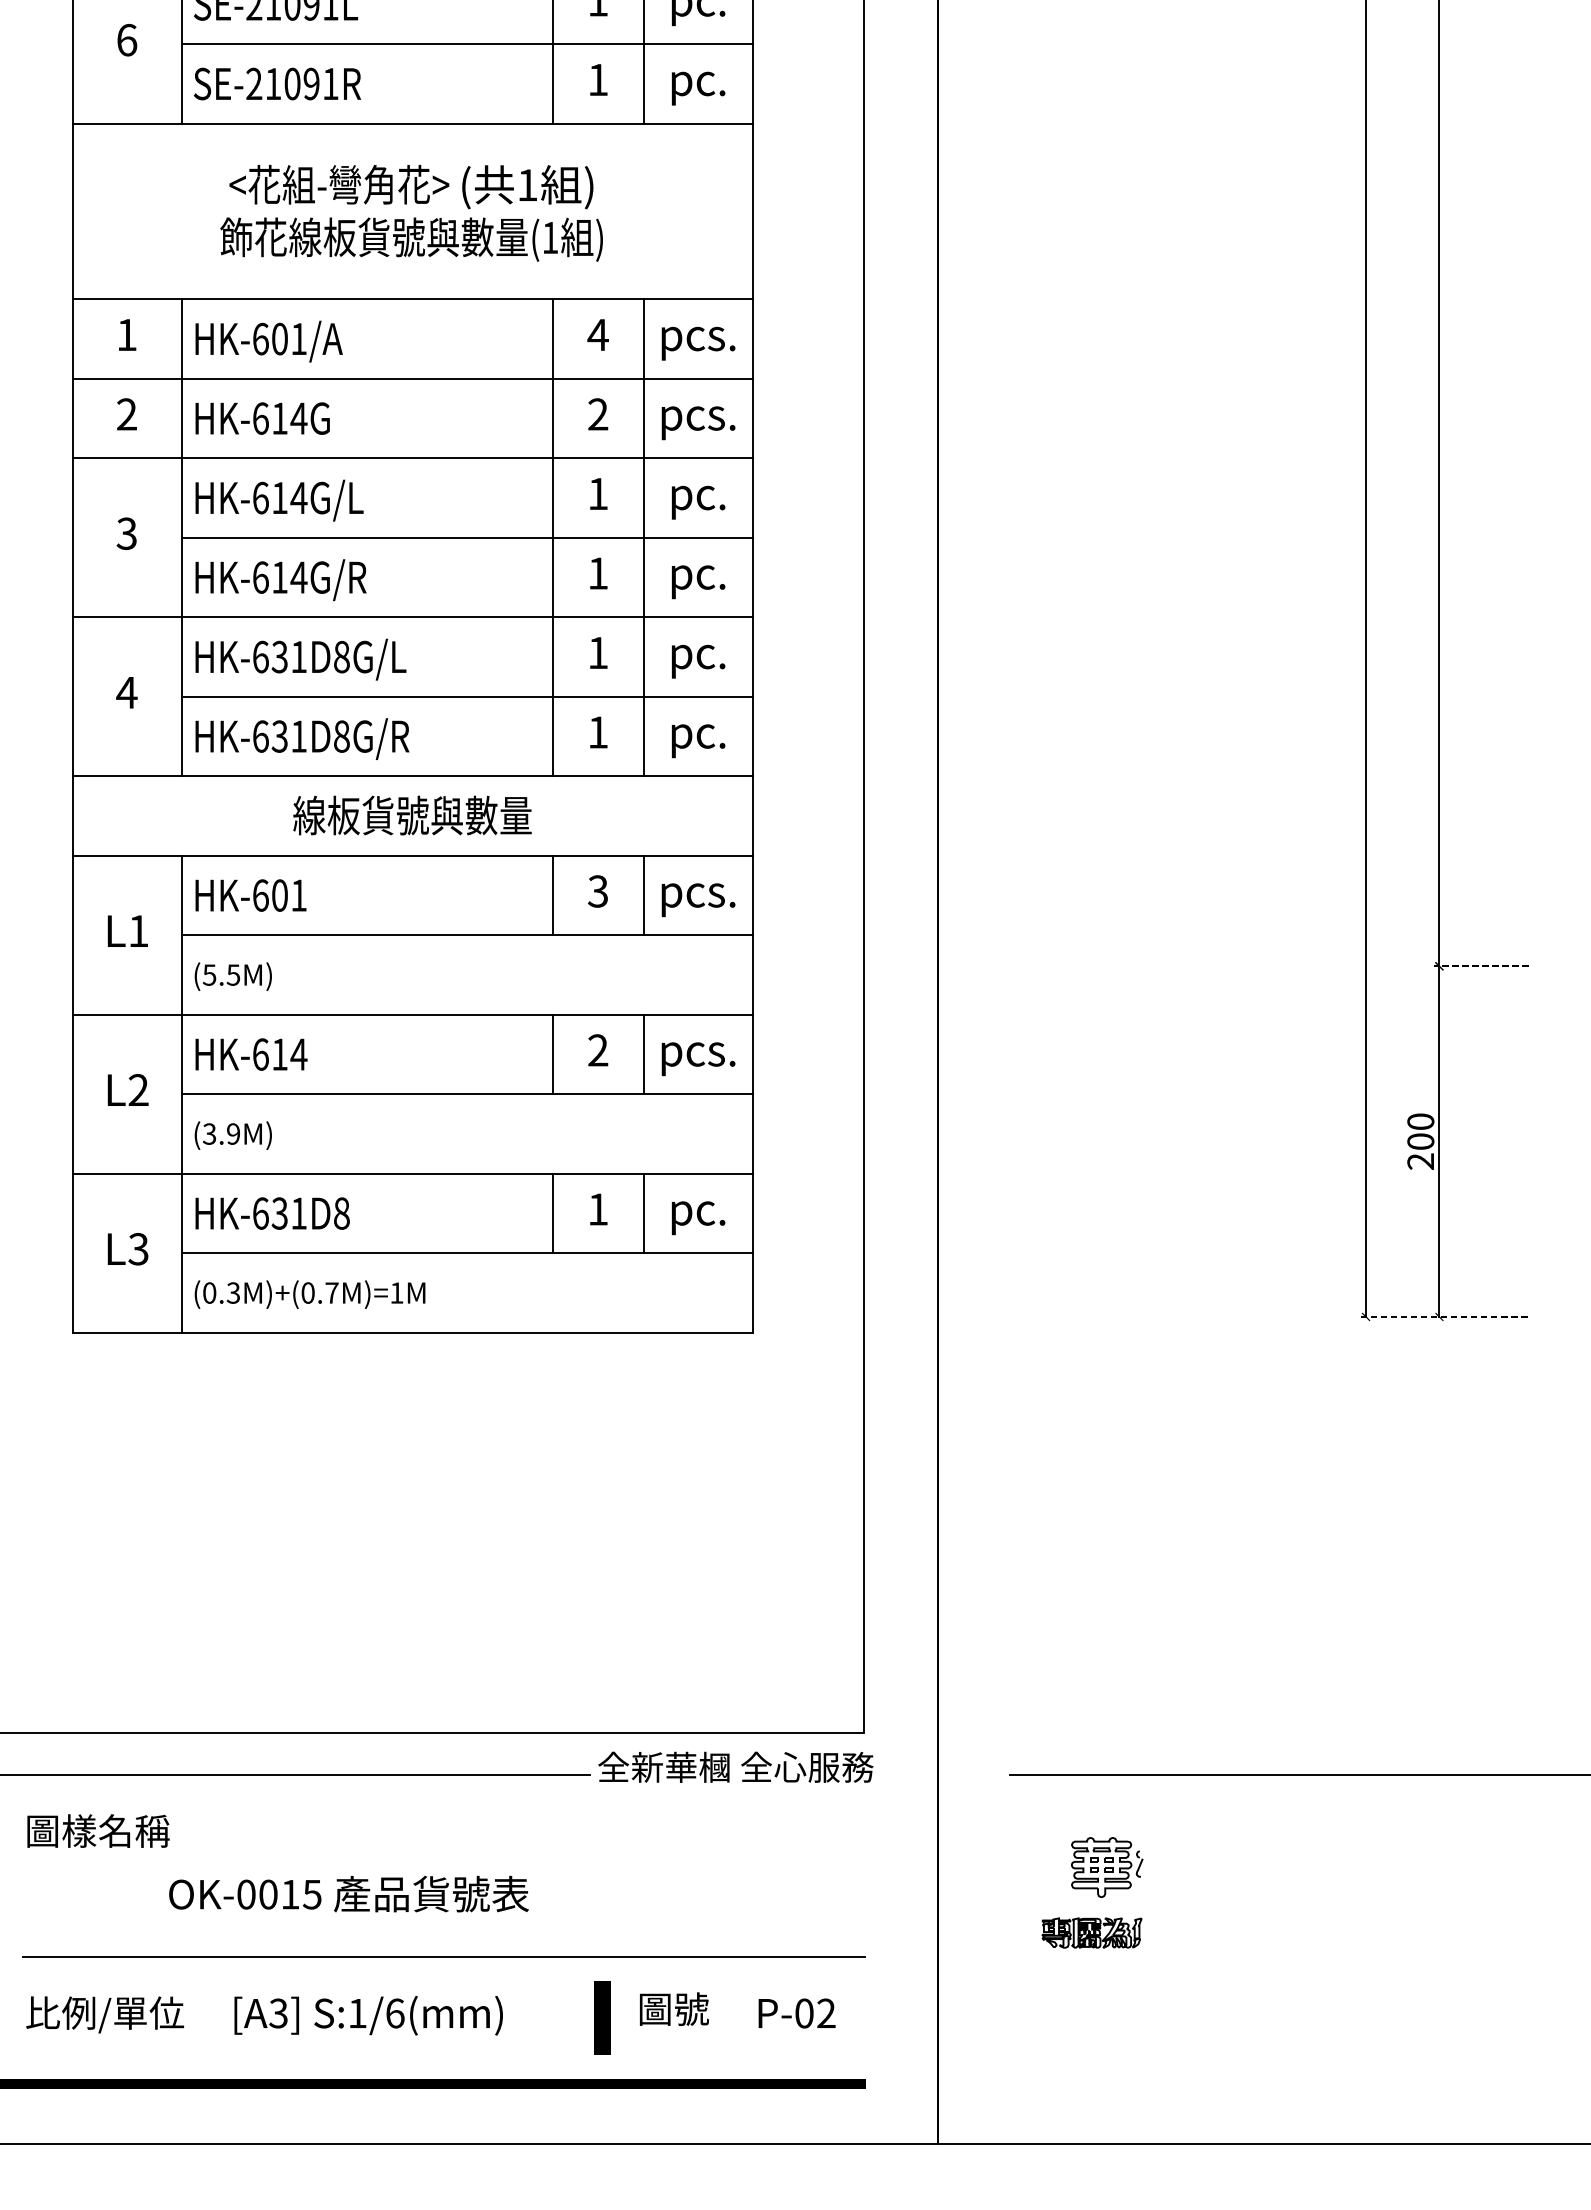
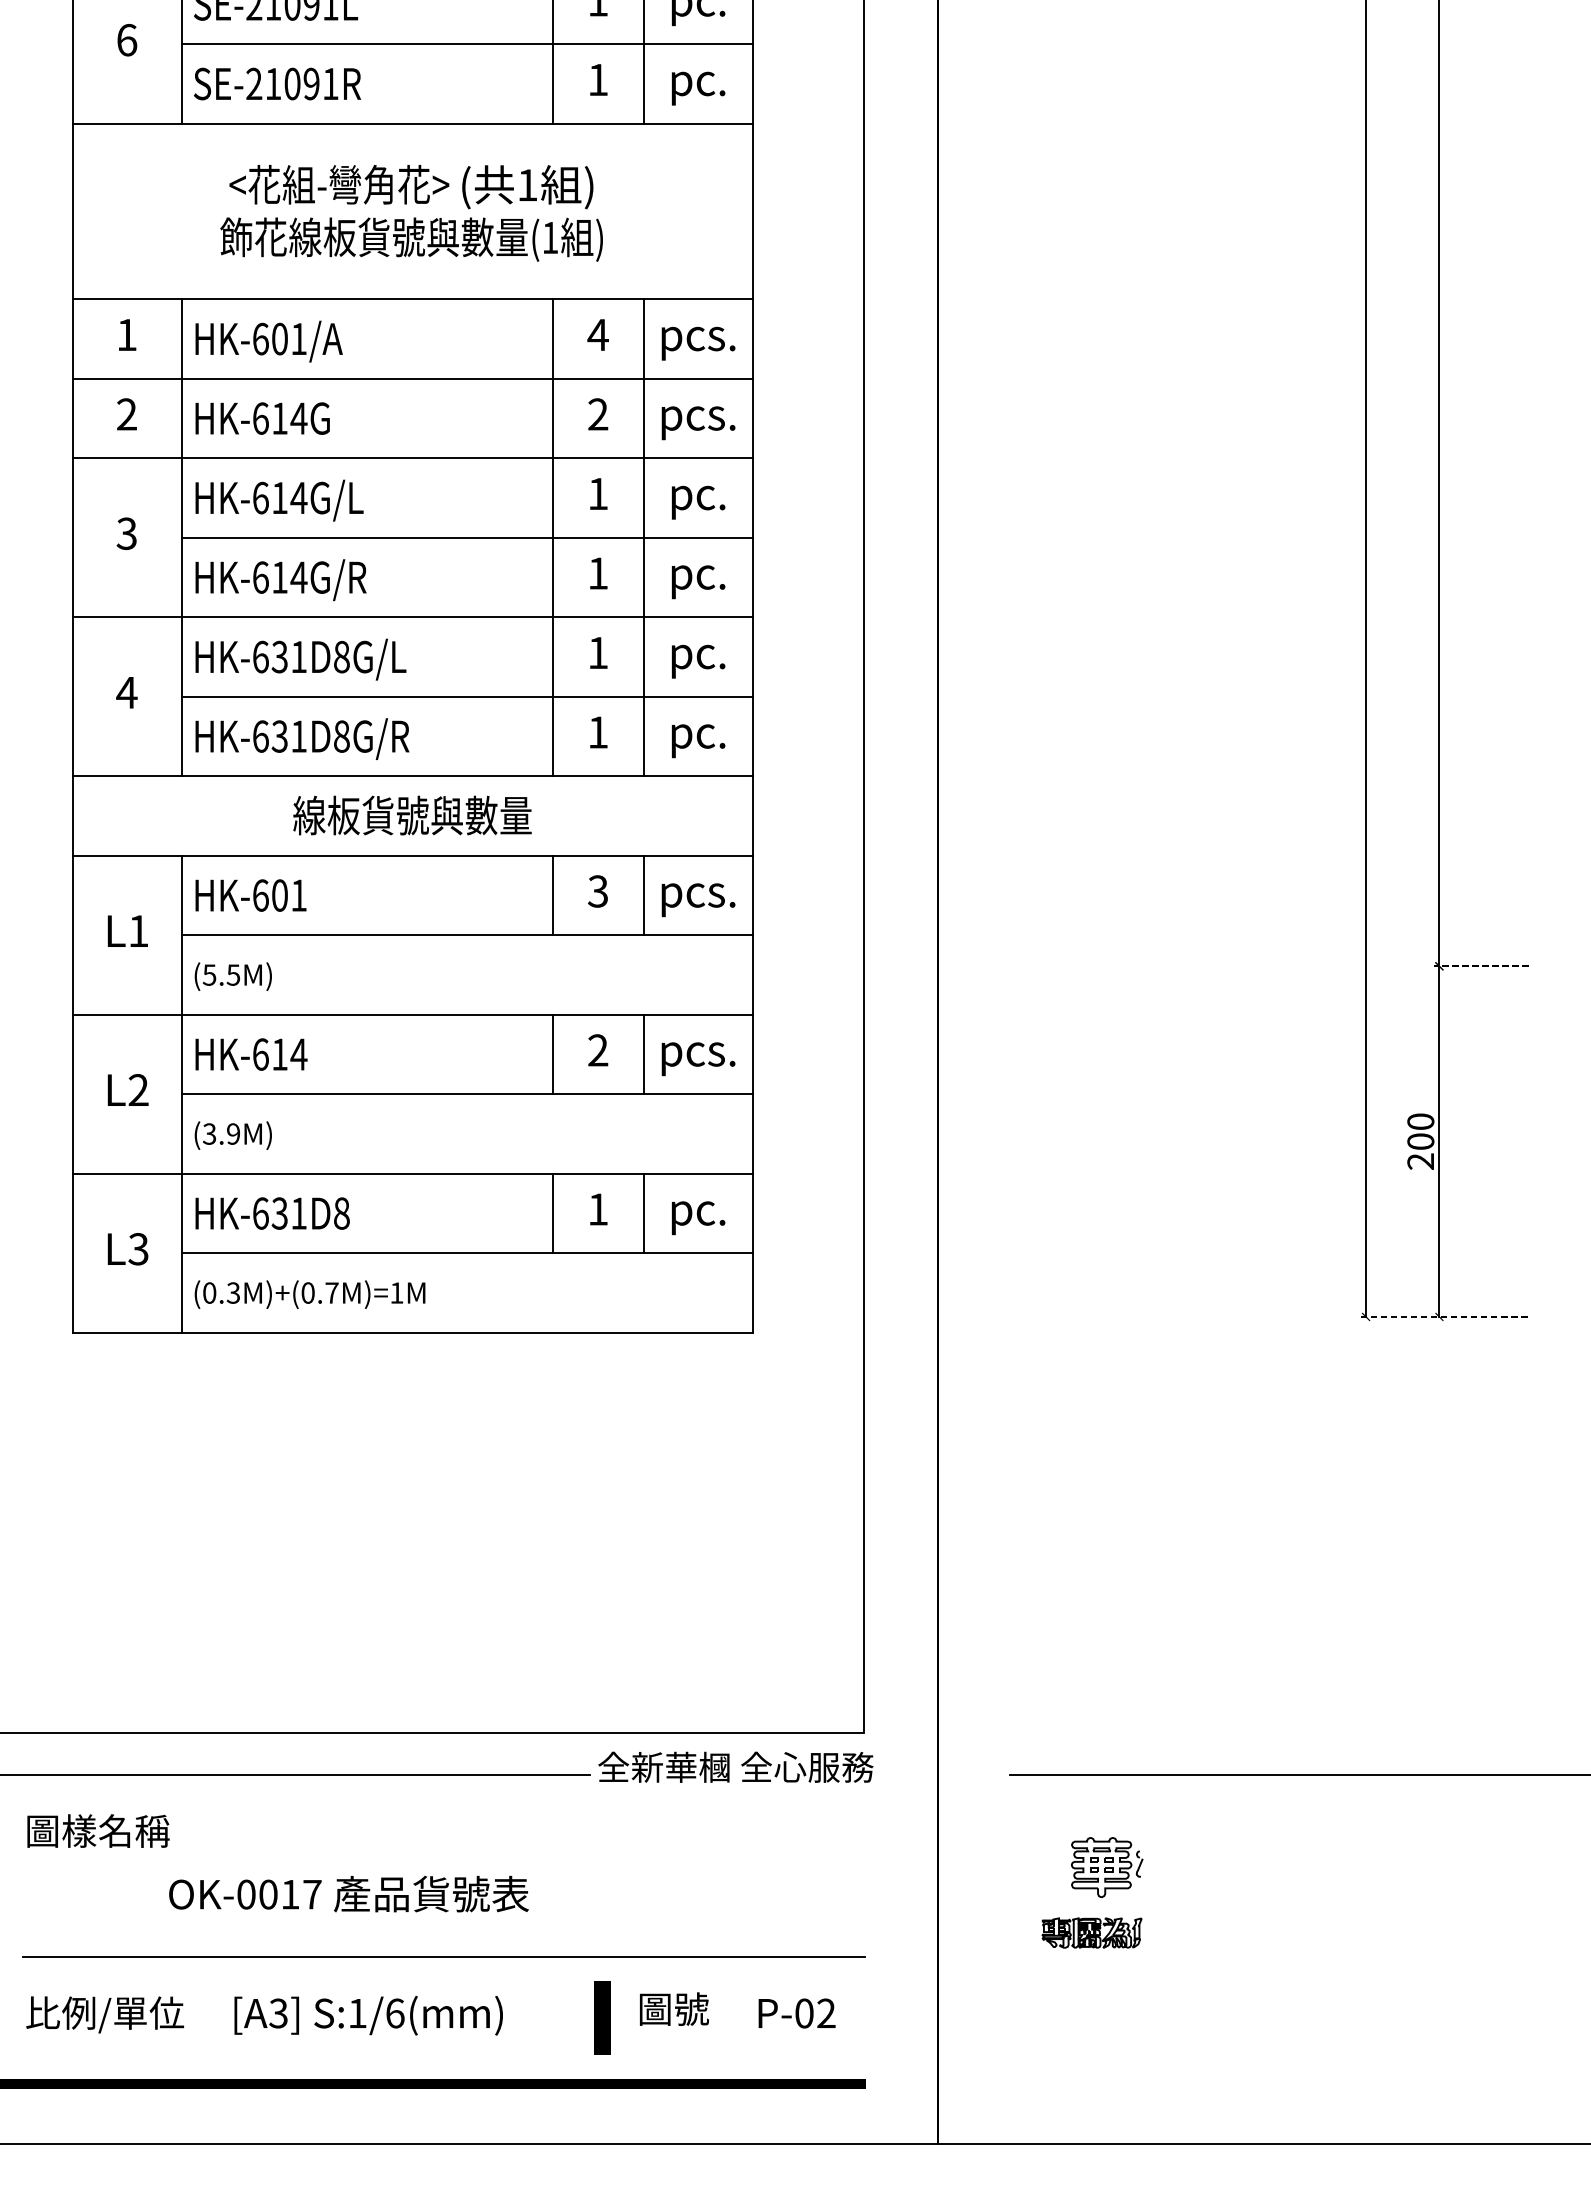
text at (311, 1894): OK-0015 -> OK-0017
